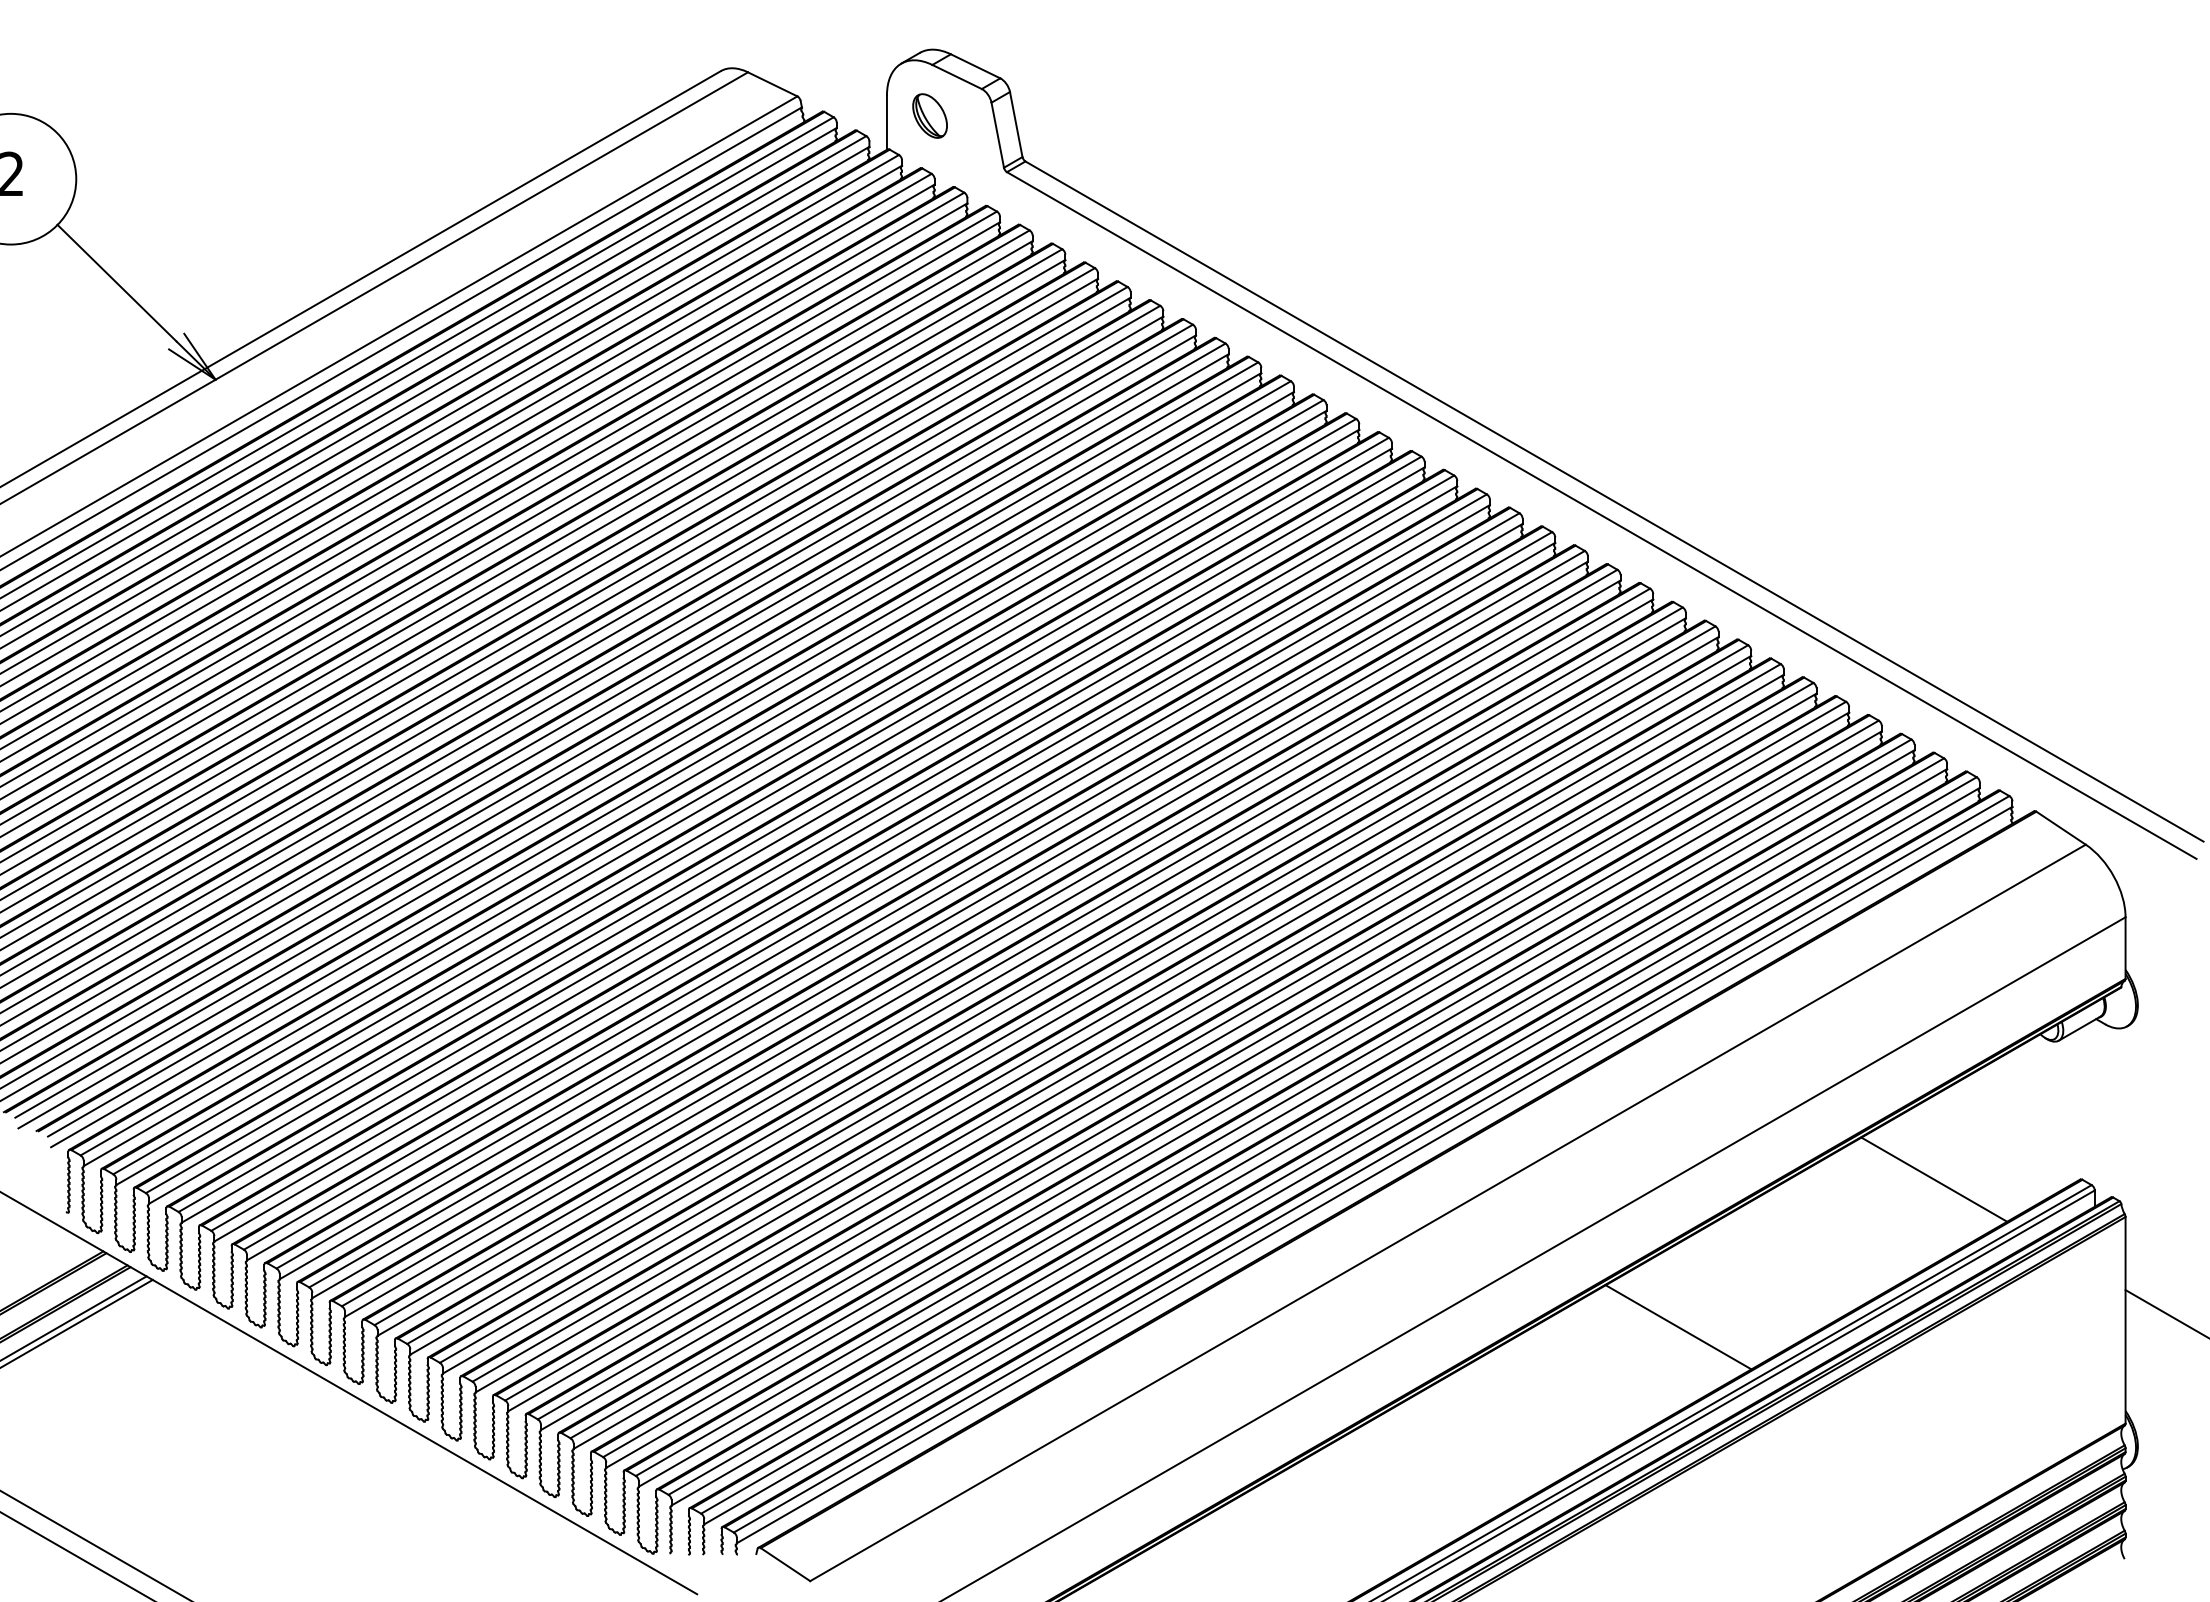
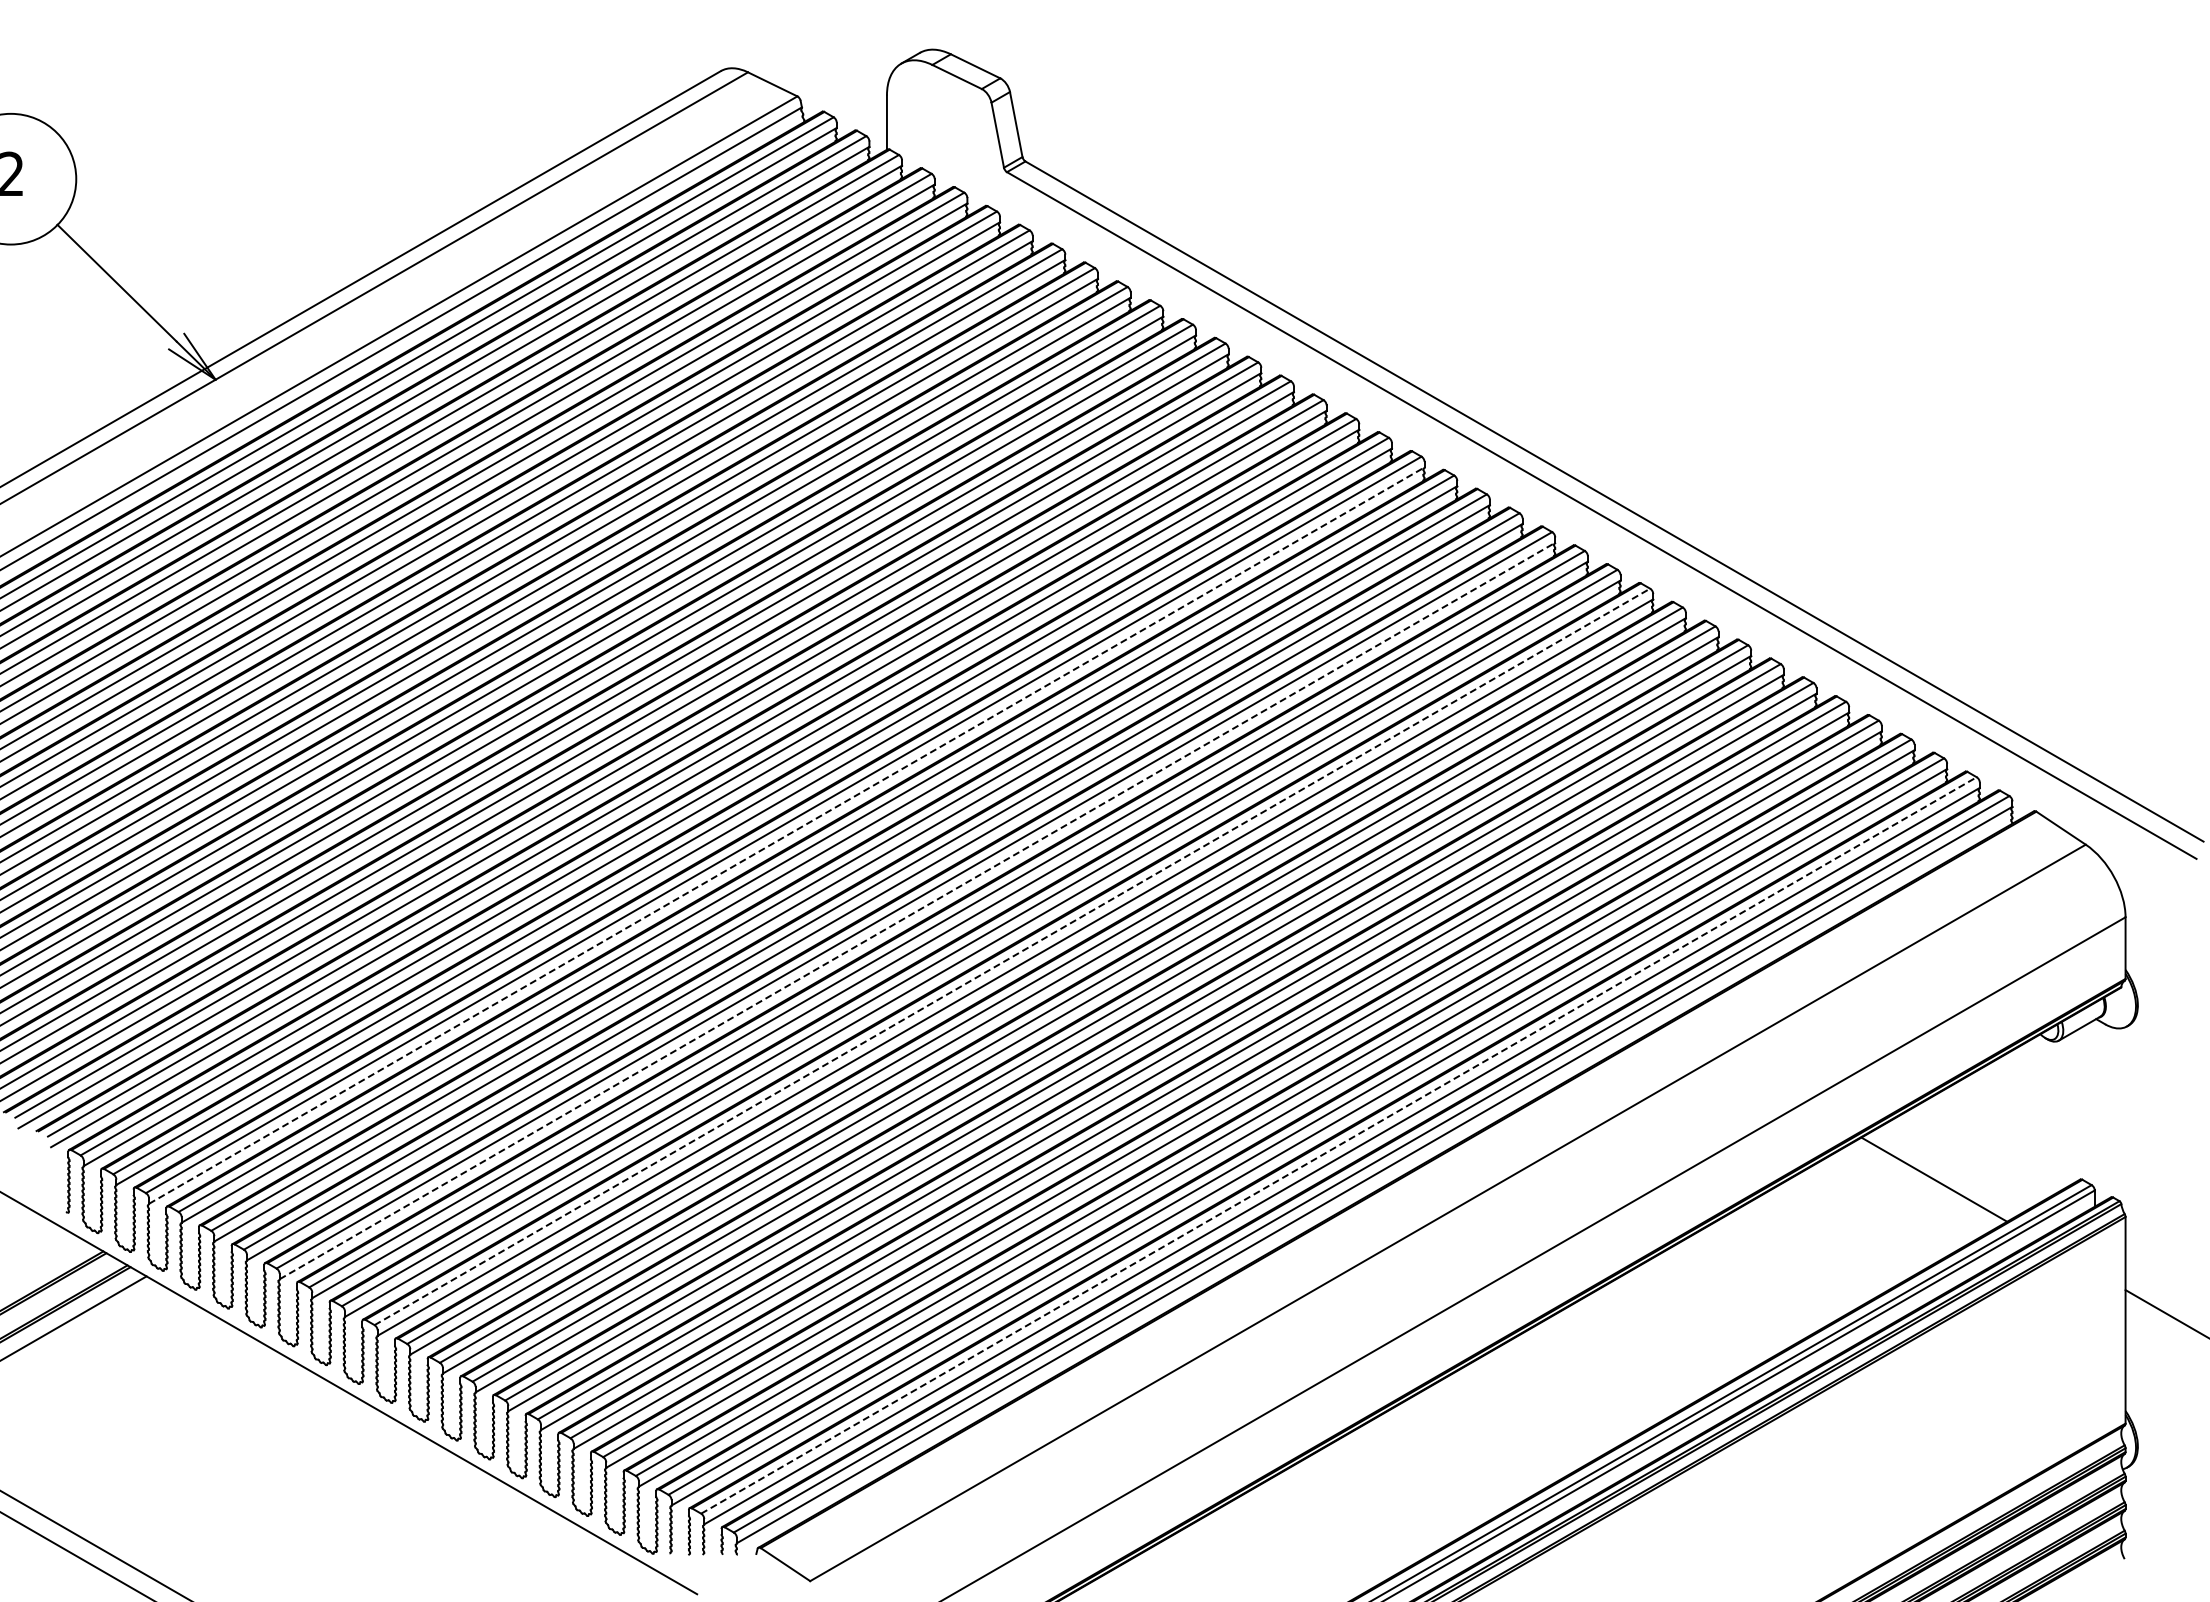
part at (929, 115): present -> none
line at (787, 835): solid -> dashed
line at (917, 910): solid -> dashed
line at (1012, 956): solid -> dashed
line at (1339, 1145): solid -> dashed
line at (77, 1322): present -> none
line at (1678, 1327): present -> none
